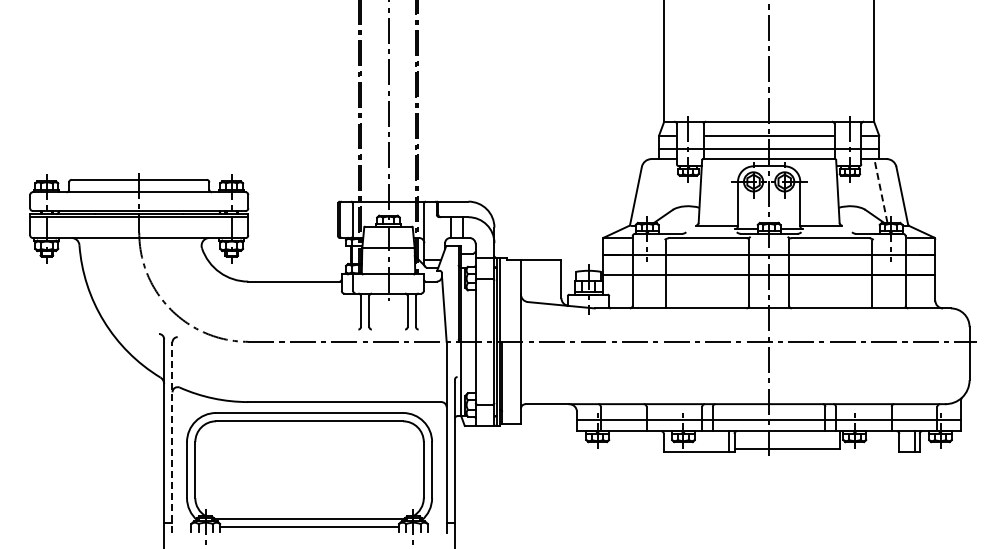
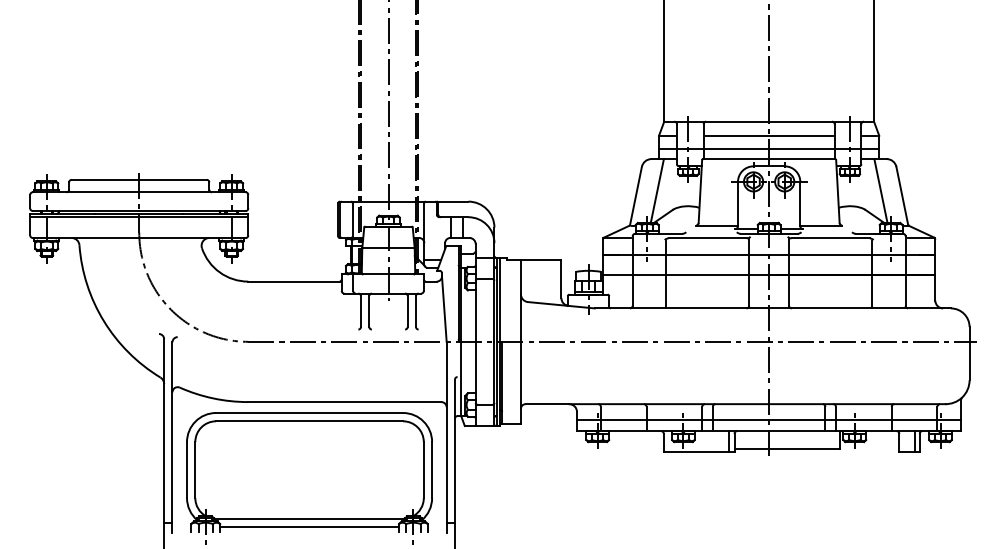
line at (656, 190): none -> present
line at (880, 191): dashed -> solid
line at (172, 437): dashed -> solid
